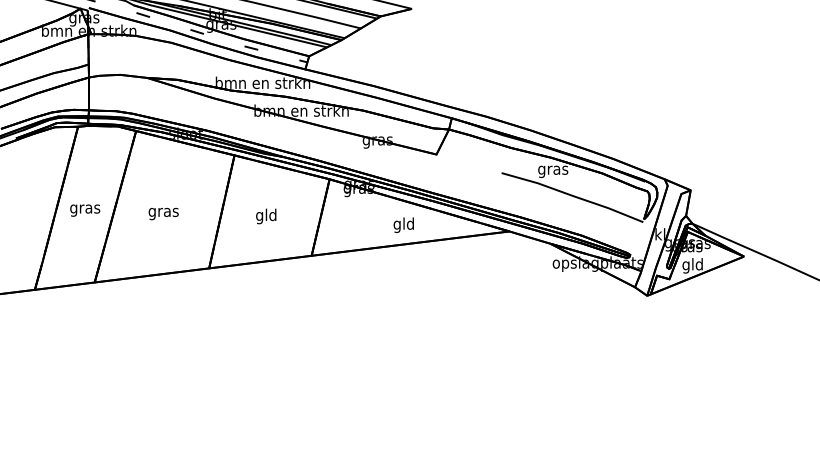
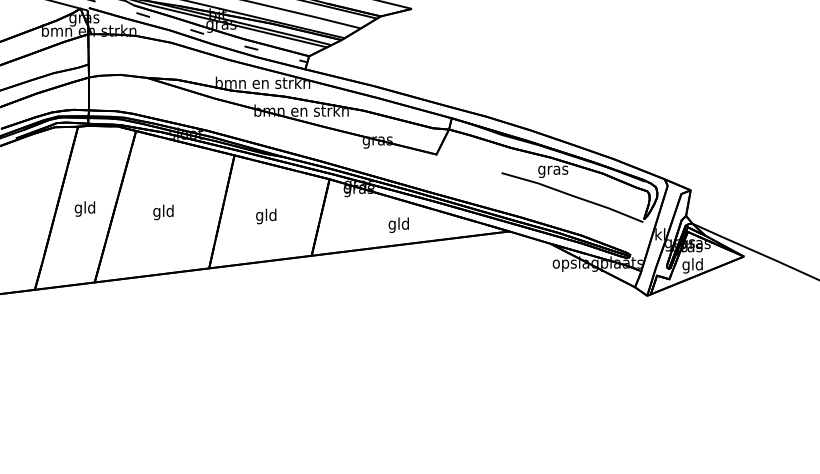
text at (85, 208): gras -> gld
text at (163, 212): gras -> gld
text at (403, 224) position: (403, 224) -> (398, 224)
